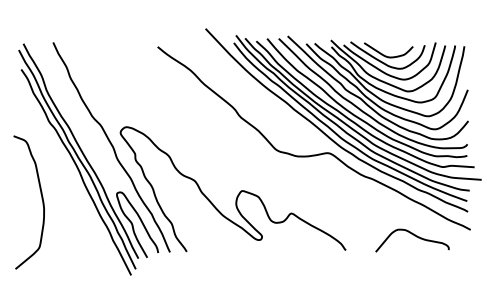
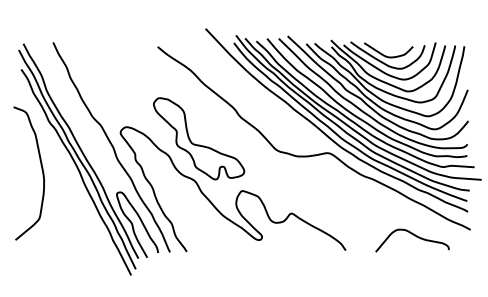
part at (199, 138): none -> present
curve at (41, 199) position: (41, 199) -> (41, 170)
